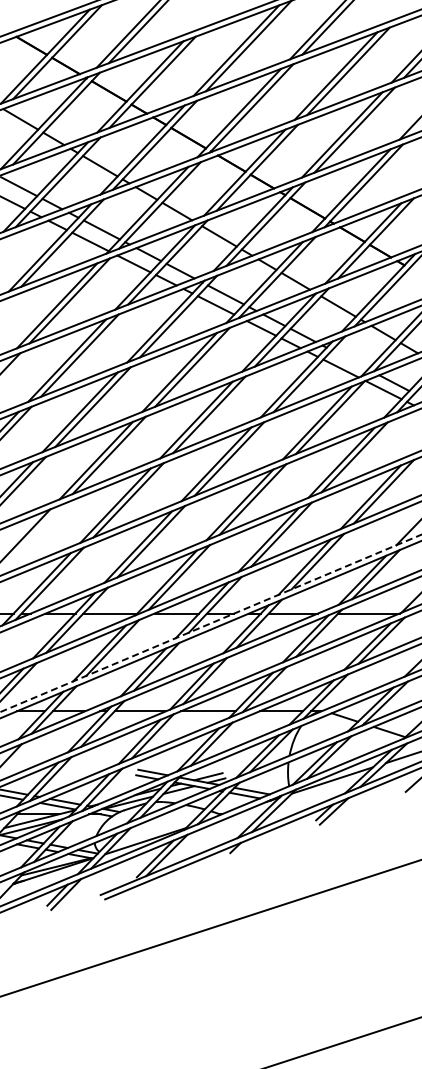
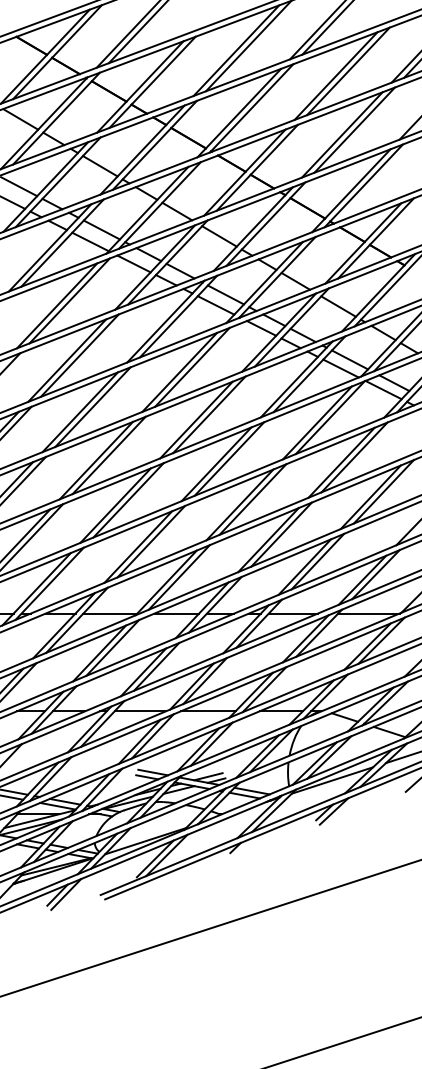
line at (349, 359): none -> present
line at (32, 536): none -> present
line at (211, 623): dashed -> solid
